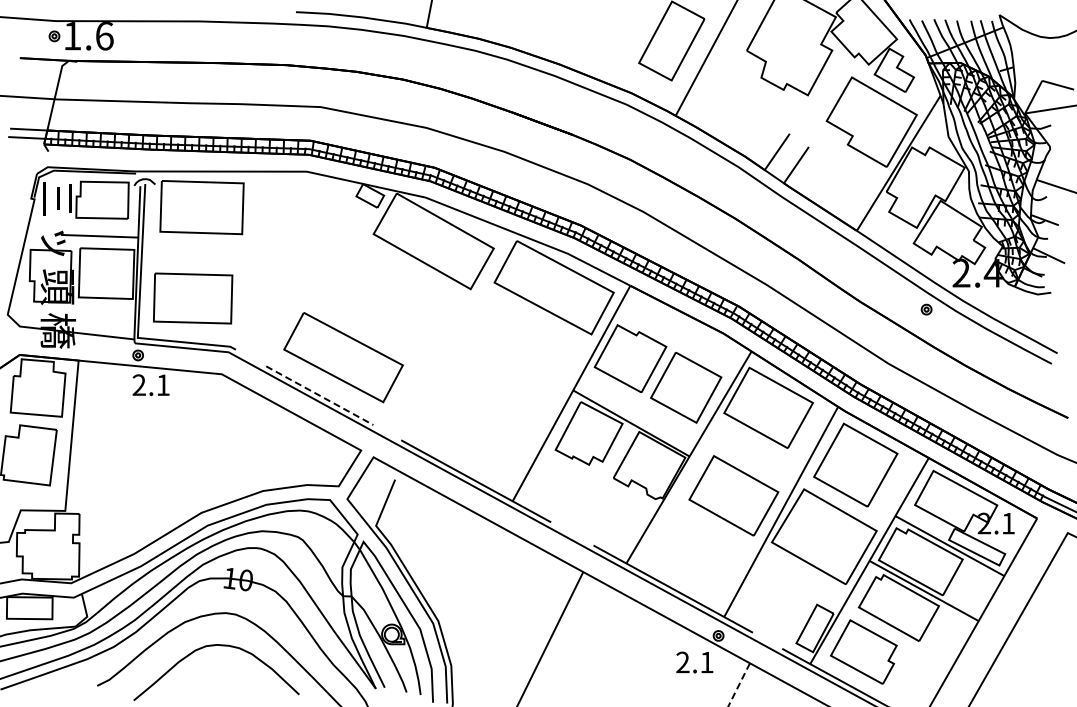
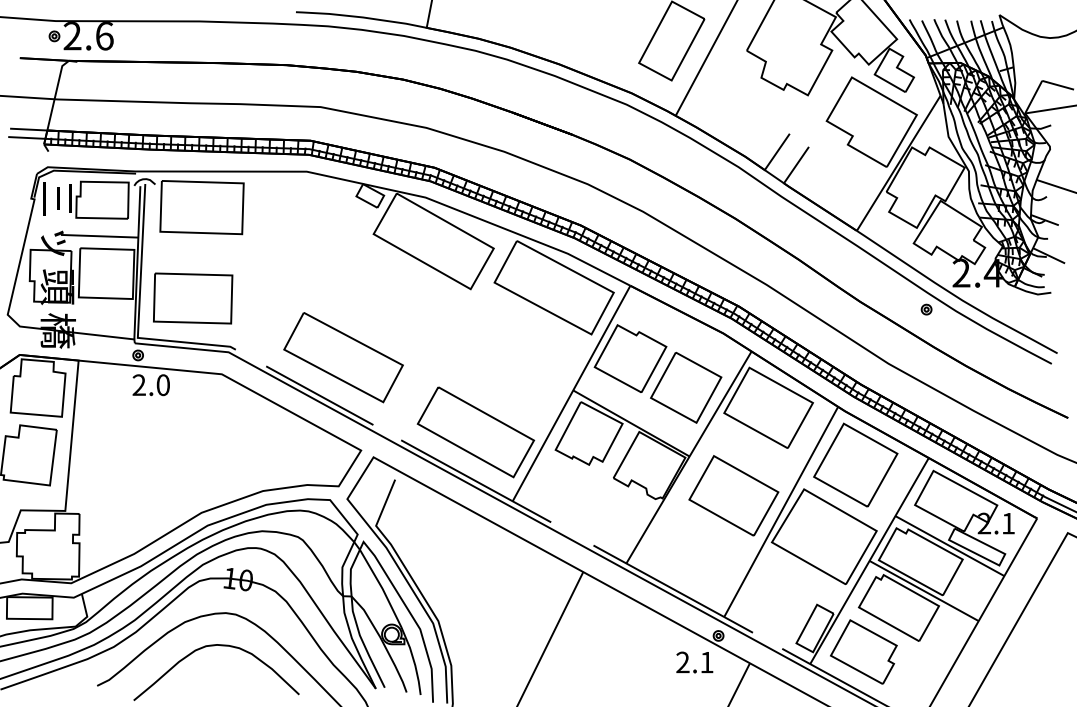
text at (72, 36): 1.6 -> 2.6
text at (162, 385): 2.1 -> 2.0
line at (320, 395): dashed -> solid
part at (475, 432): none -> present
line at (739, 684): dashed -> solid
